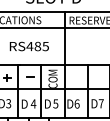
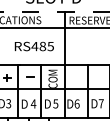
line at (54, 12): solid -> dashed
text at (28, 46) position: (28, 46) -> (33, 46)
